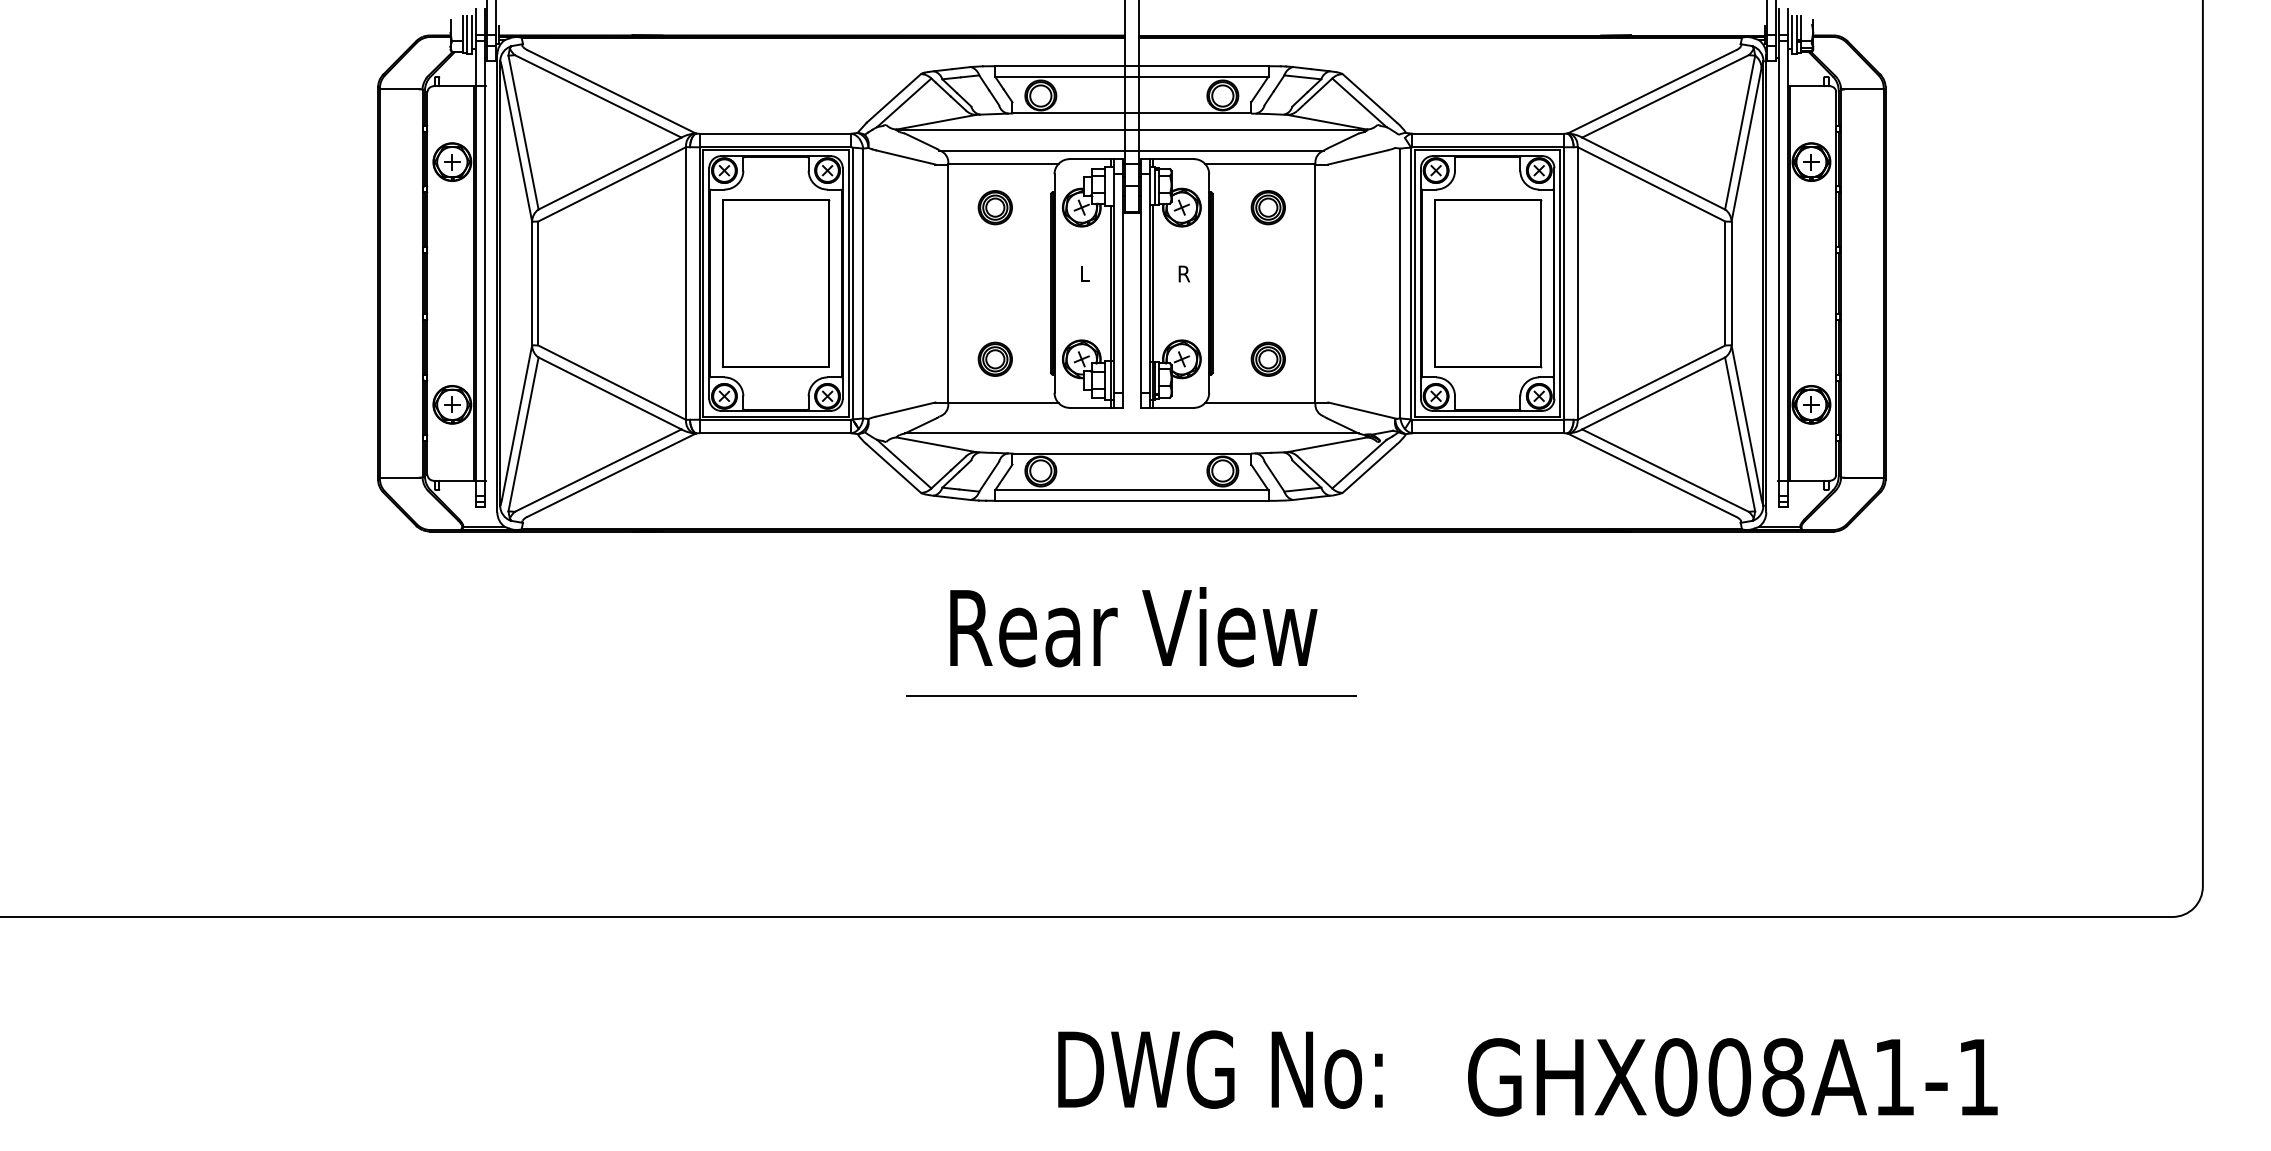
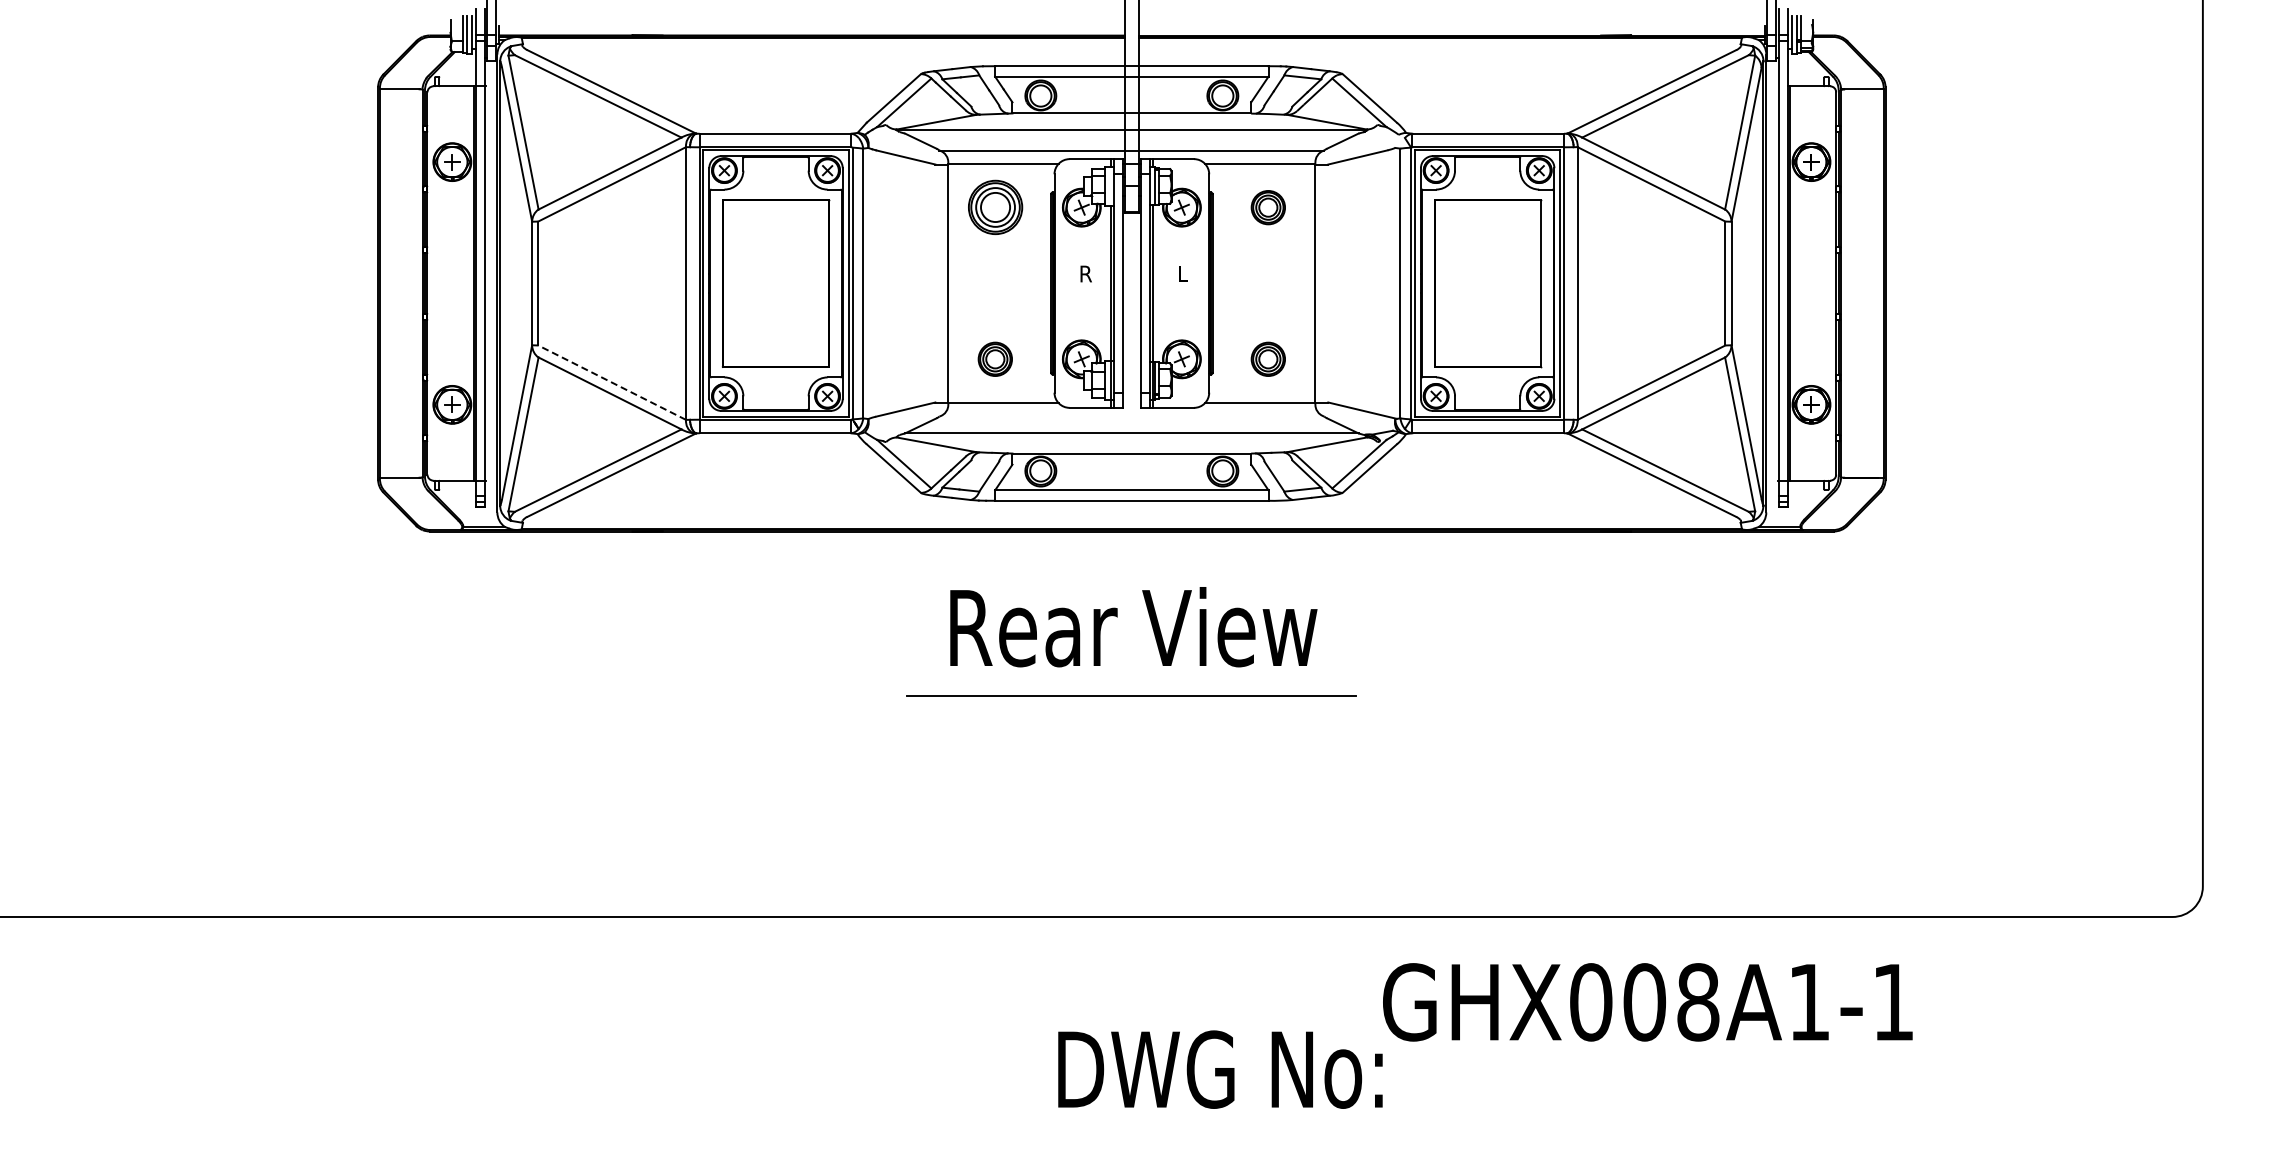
part at (994, 207) size: 36x36 px -> 56x56 px
text at (1085, 273): L -> R
text at (1184, 273): R -> L
line at (612, 382): solid -> dashed
text at (1732, 1077) position: (1732, 1077) -> (1647, 1002)
